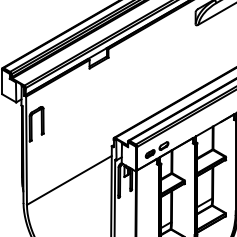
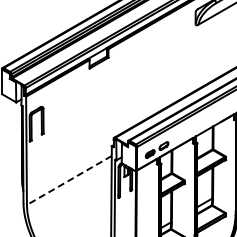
line at (69, 180): solid -> dashed
